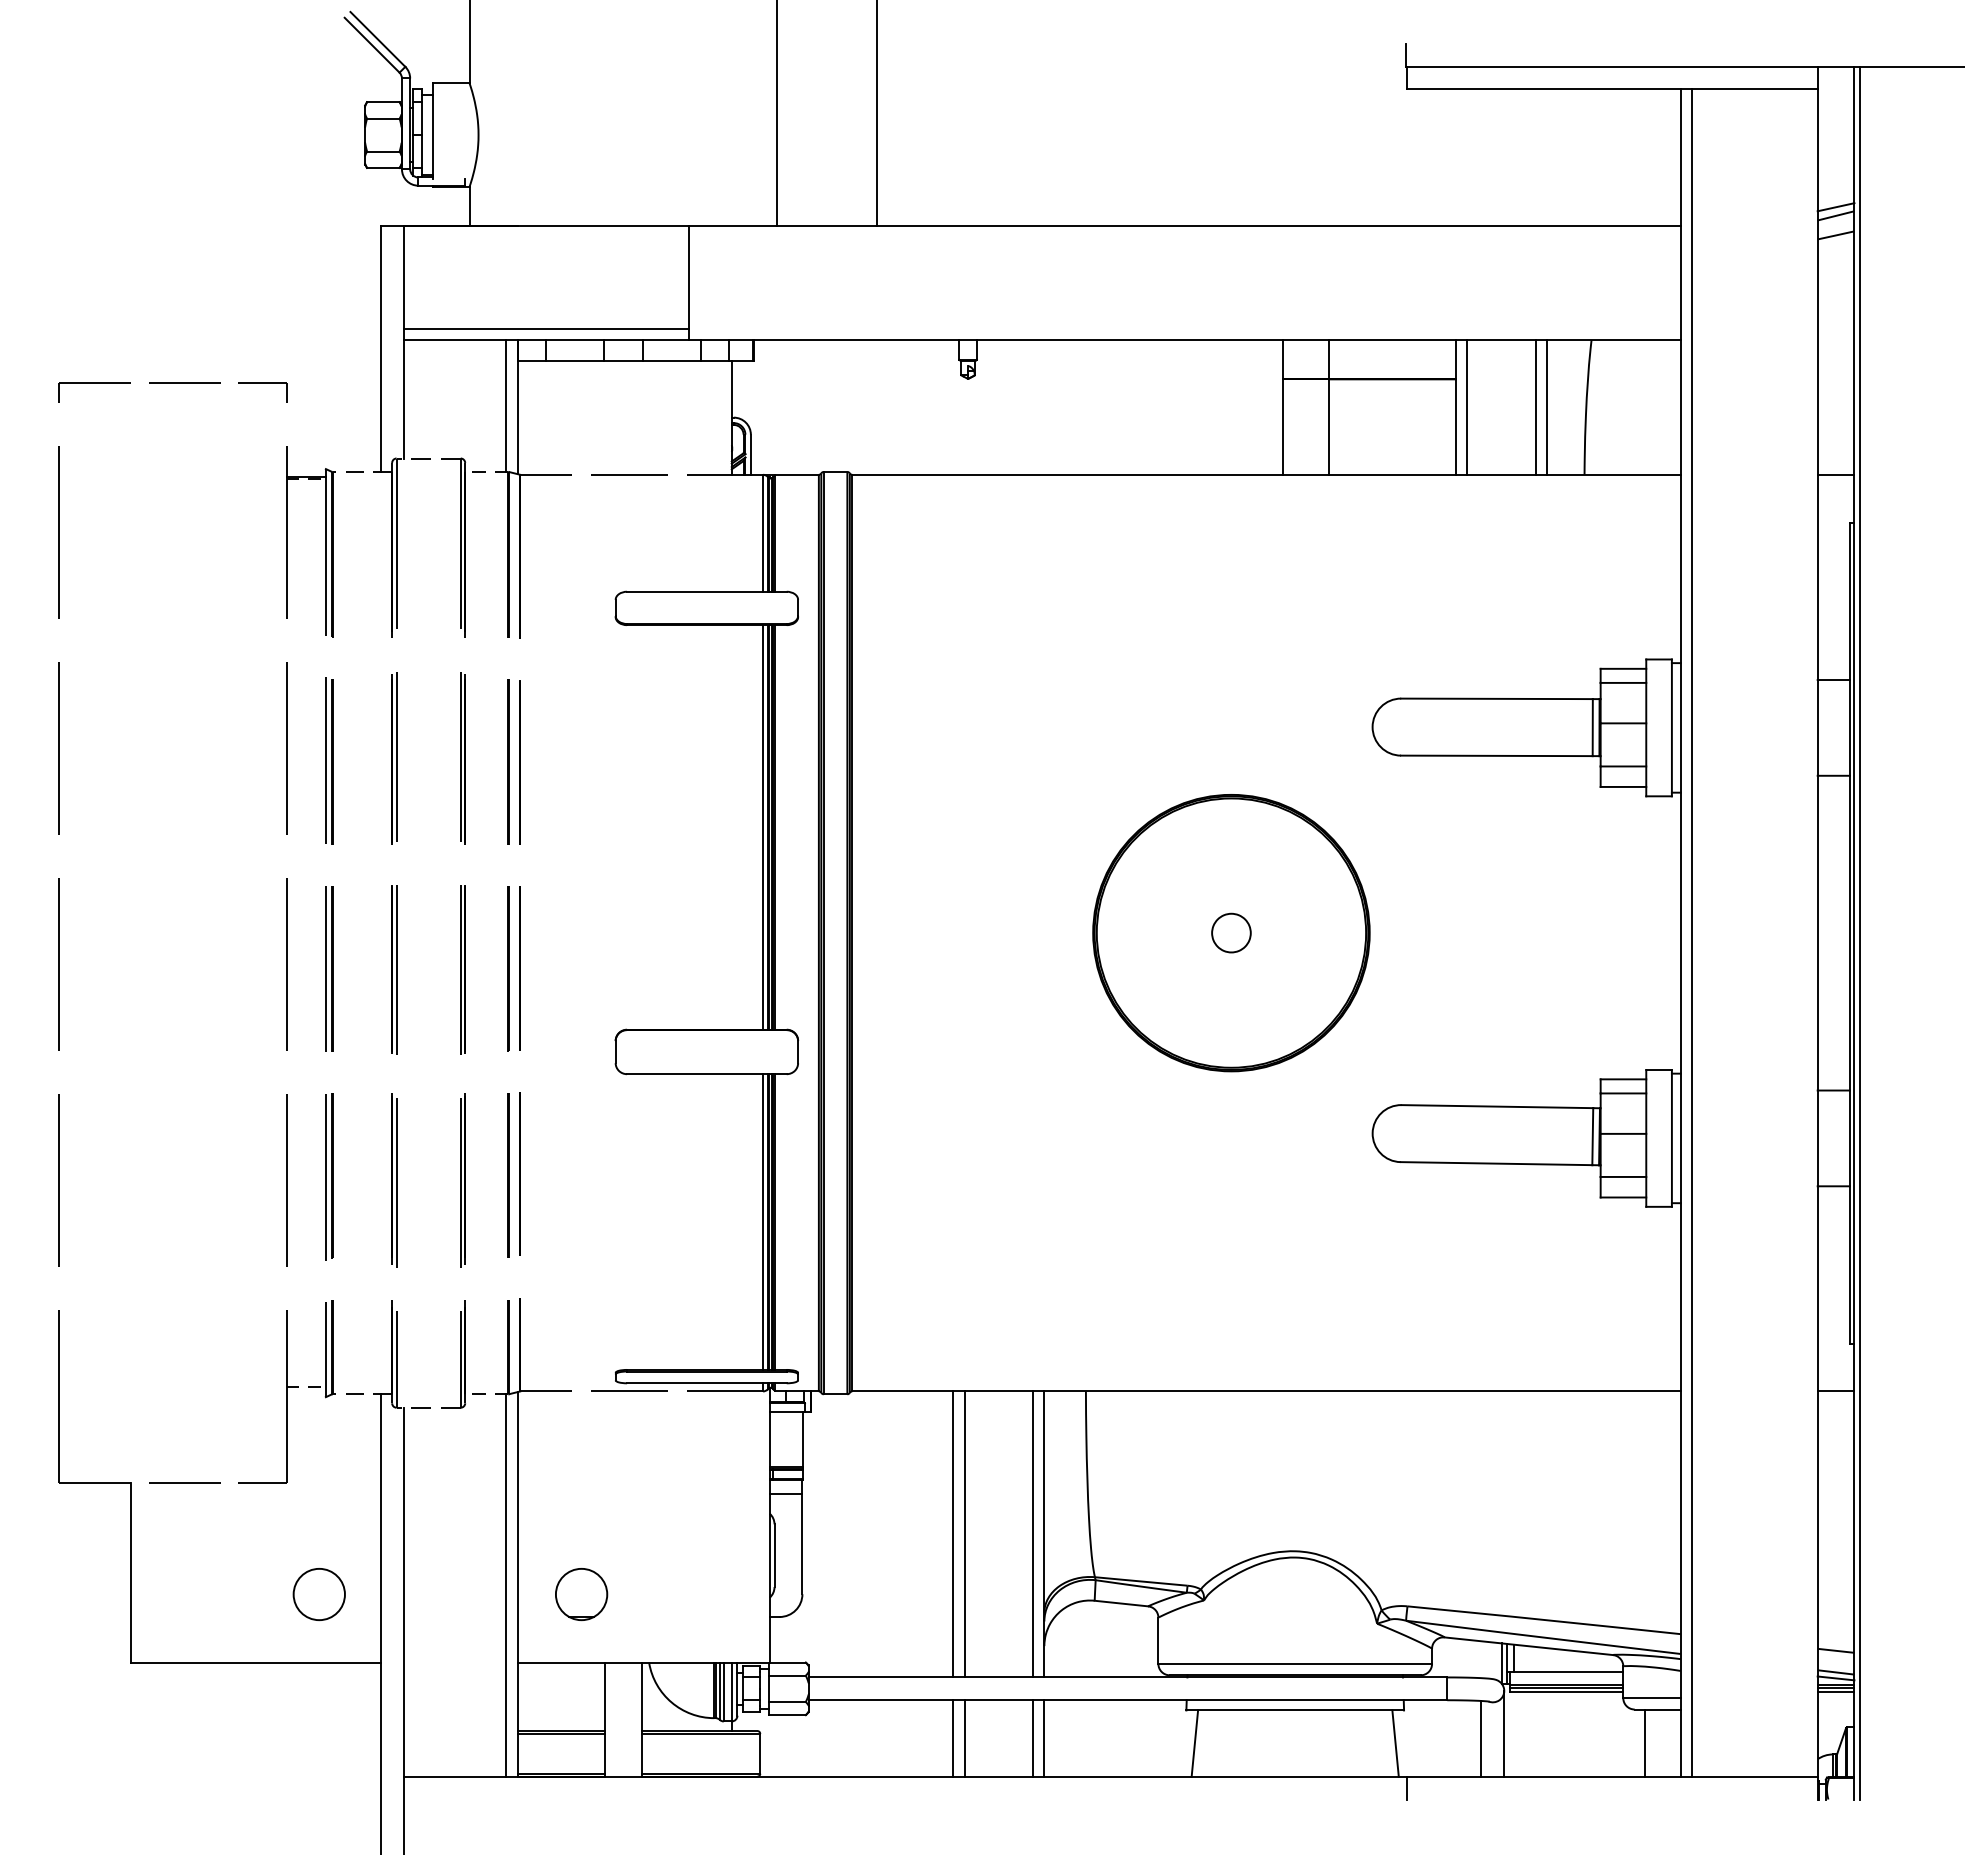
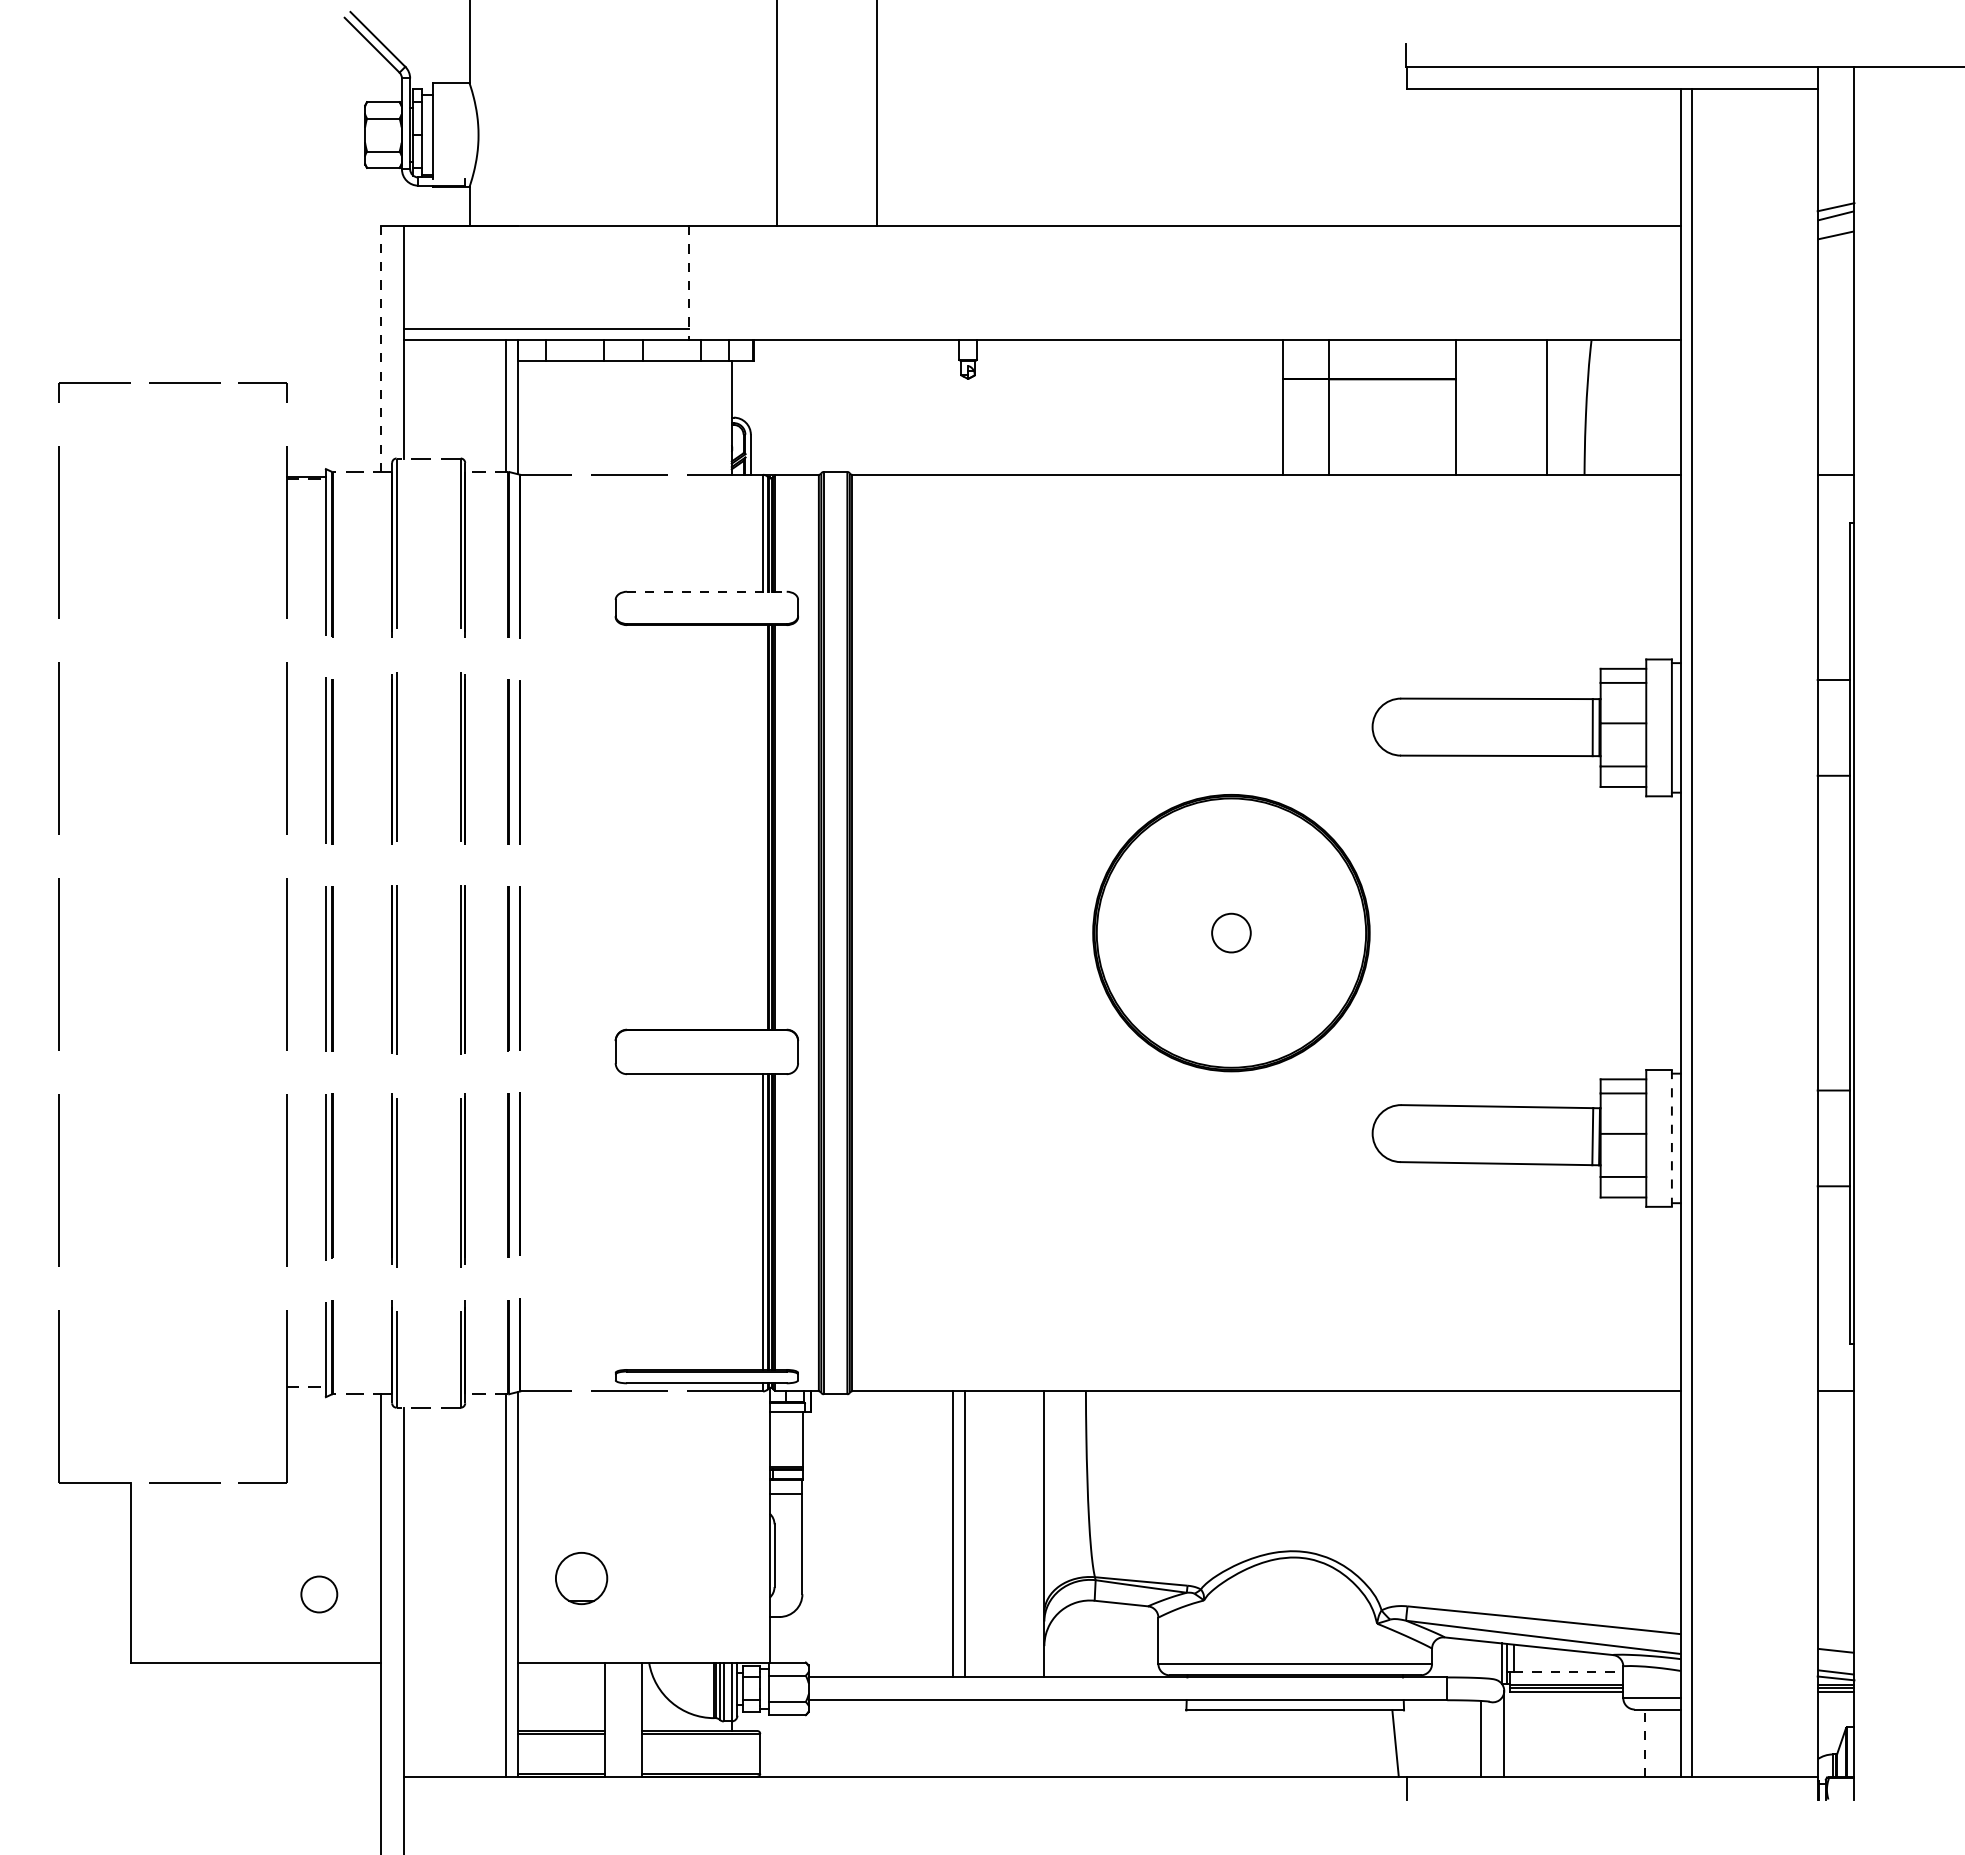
line at (688, 283): solid -> dashed
line at (380, 349): solid -> dashed
line at (1467, 407): present -> none
line at (1535, 407): present -> none
line at (706, 591): solid -> dashed
line at (763, 827): present -> none
line at (1859, 932): present -> none
line at (1671, 1137): solid -> dashed
line at (1032, 1534): present -> none
circle at (318, 1594) diameter: 51 px -> 36 px
part at (581, 1594) position: (581, 1594) -> (581, 1578)
line at (1568, 1671): solid -> dashed
line at (953, 1738): present -> none
line at (964, 1738): present -> none
line at (1032, 1738): present -> none
line at (1044, 1738): present -> none
line at (1194, 1743): present -> none
line at (1644, 1743): solid -> dashed
